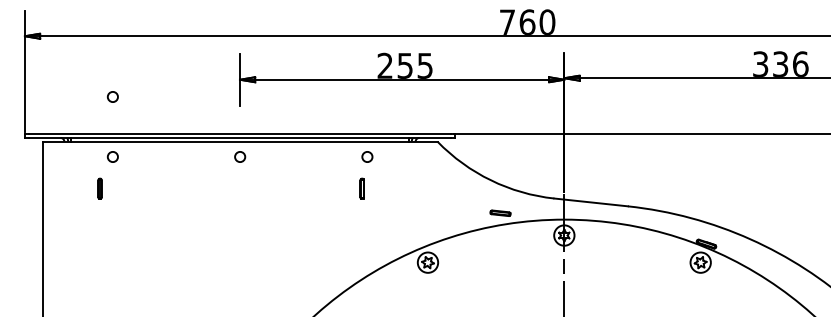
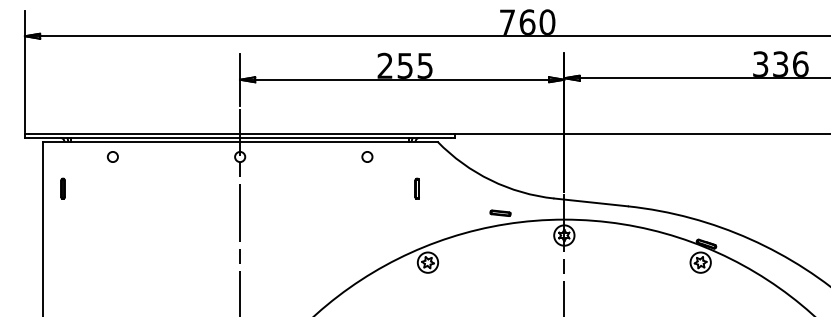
circle at (112, 96): present -> none
part at (99, 188) position: (99, 188) -> (62, 188)
part at (361, 188) position: (361, 188) -> (416, 188)
line at (239, 210): none -> present
